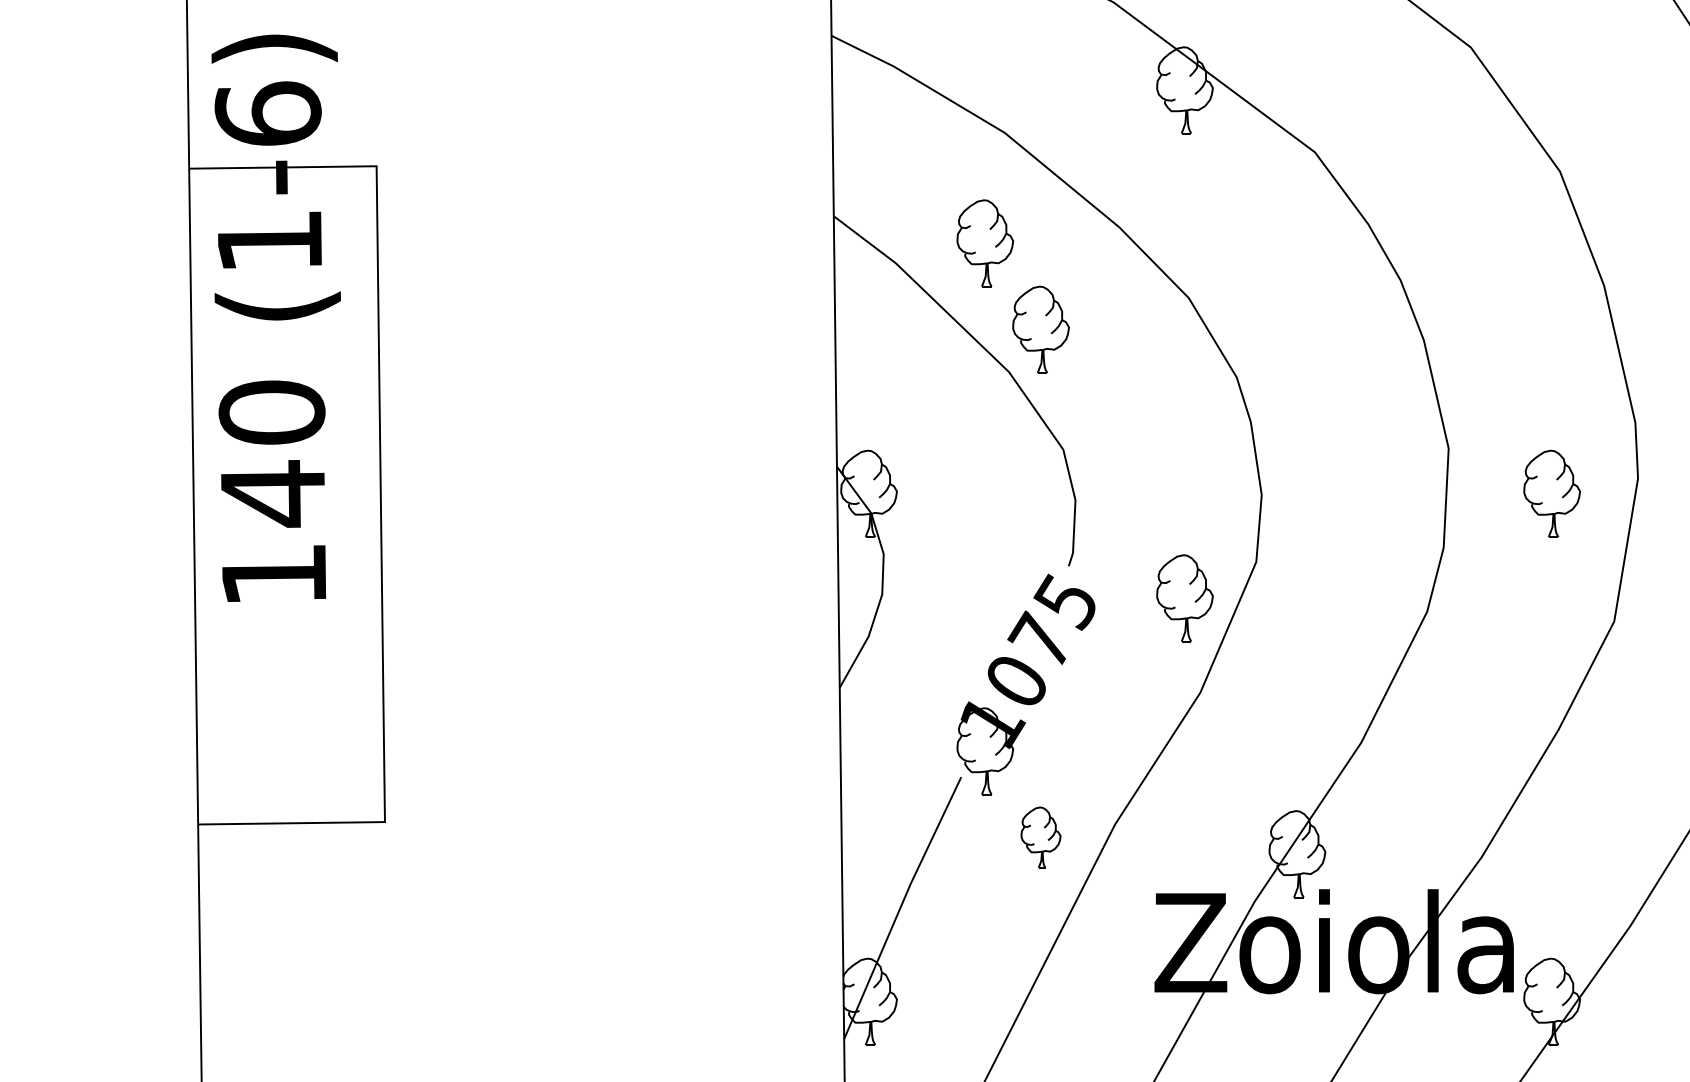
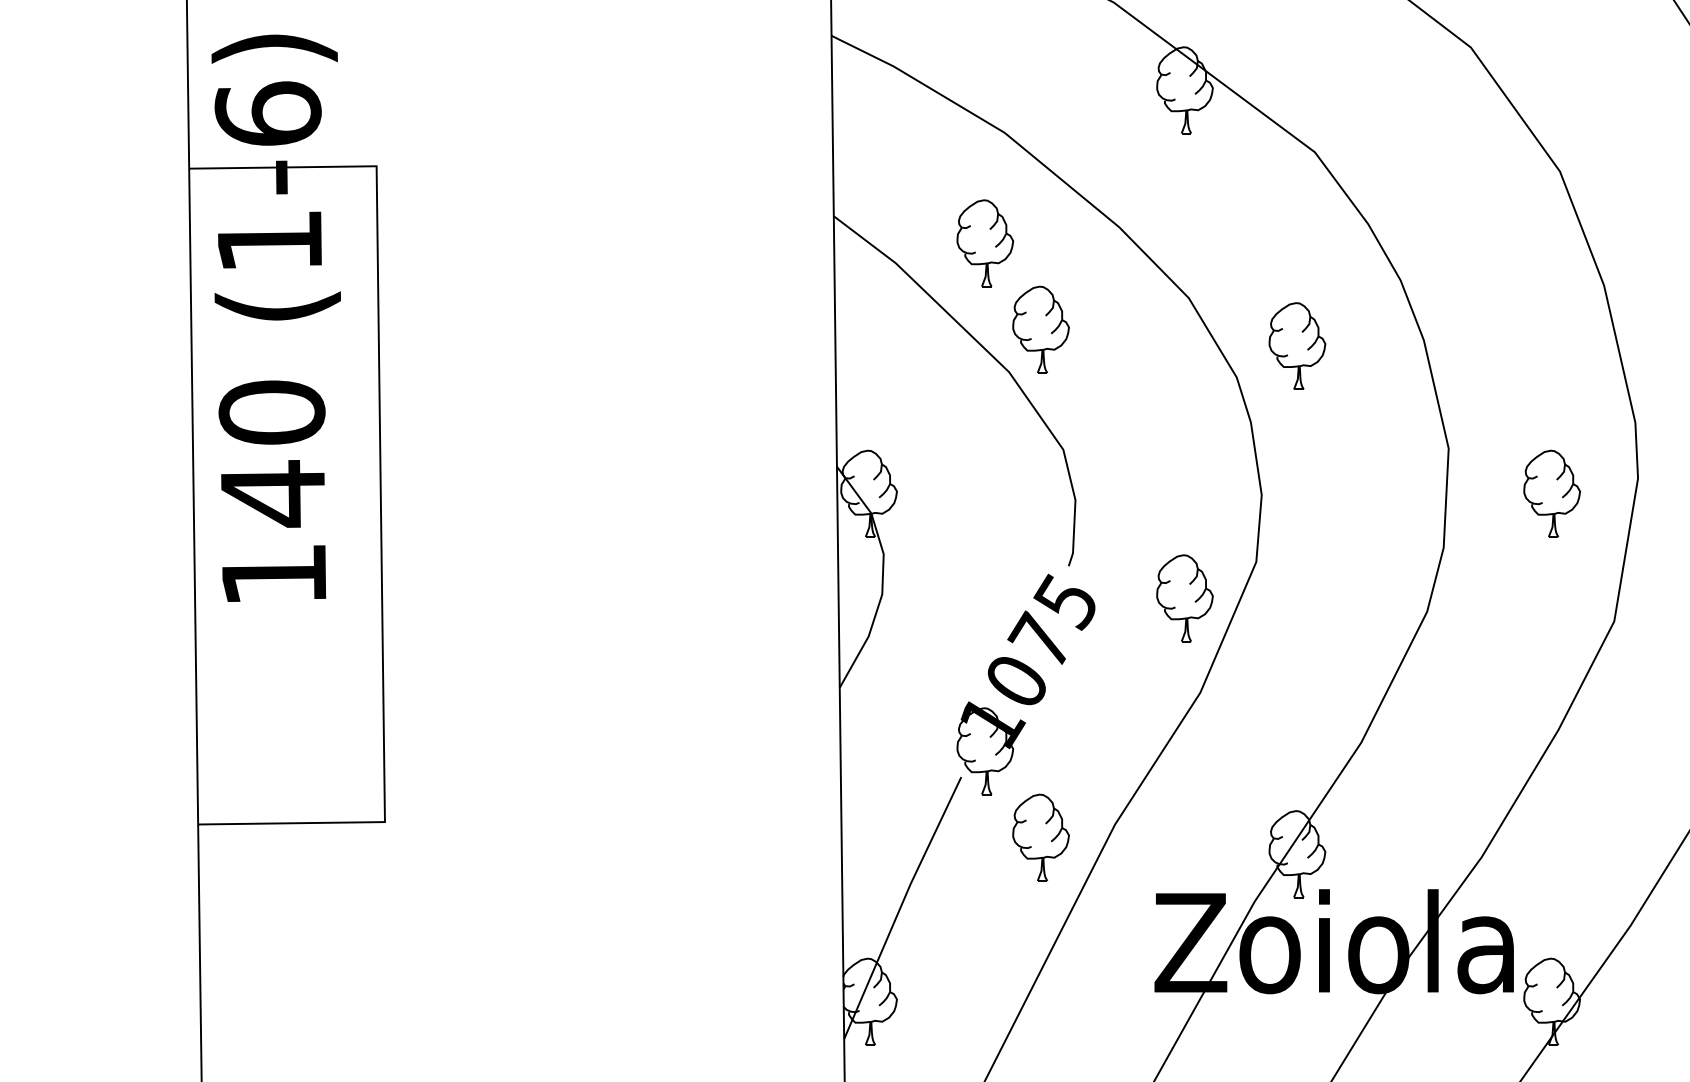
part at (1297, 345): none -> present
part at (1040, 837) size: 42x63 px -> 58x89 px
